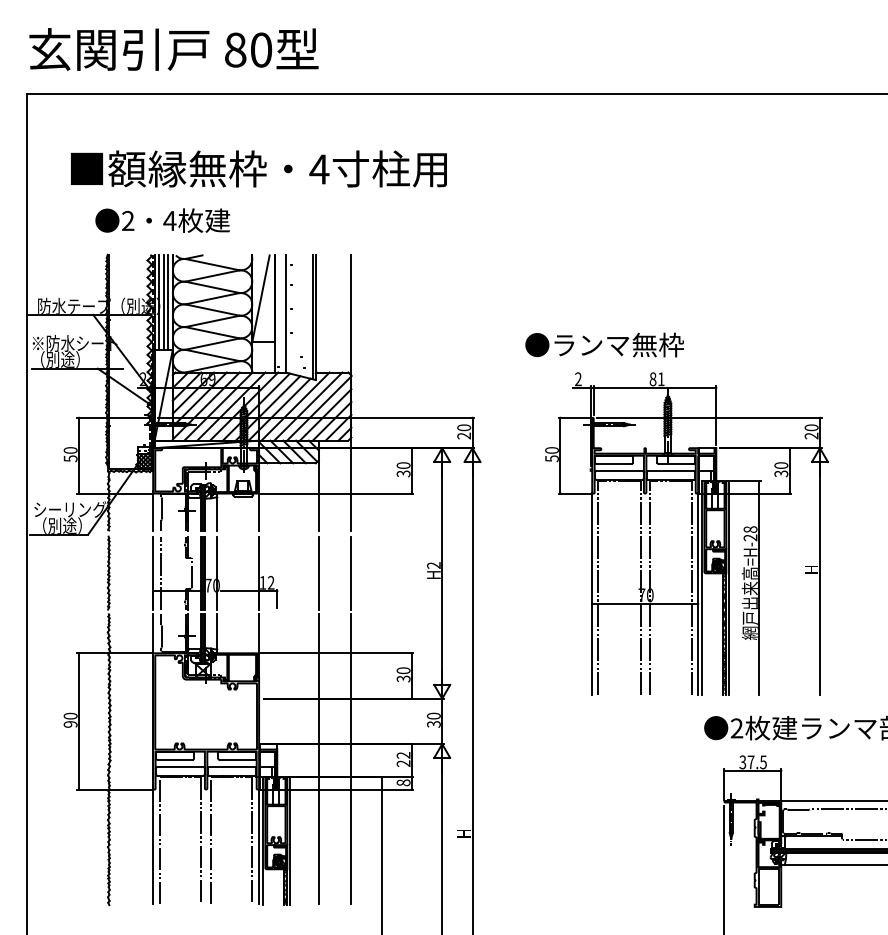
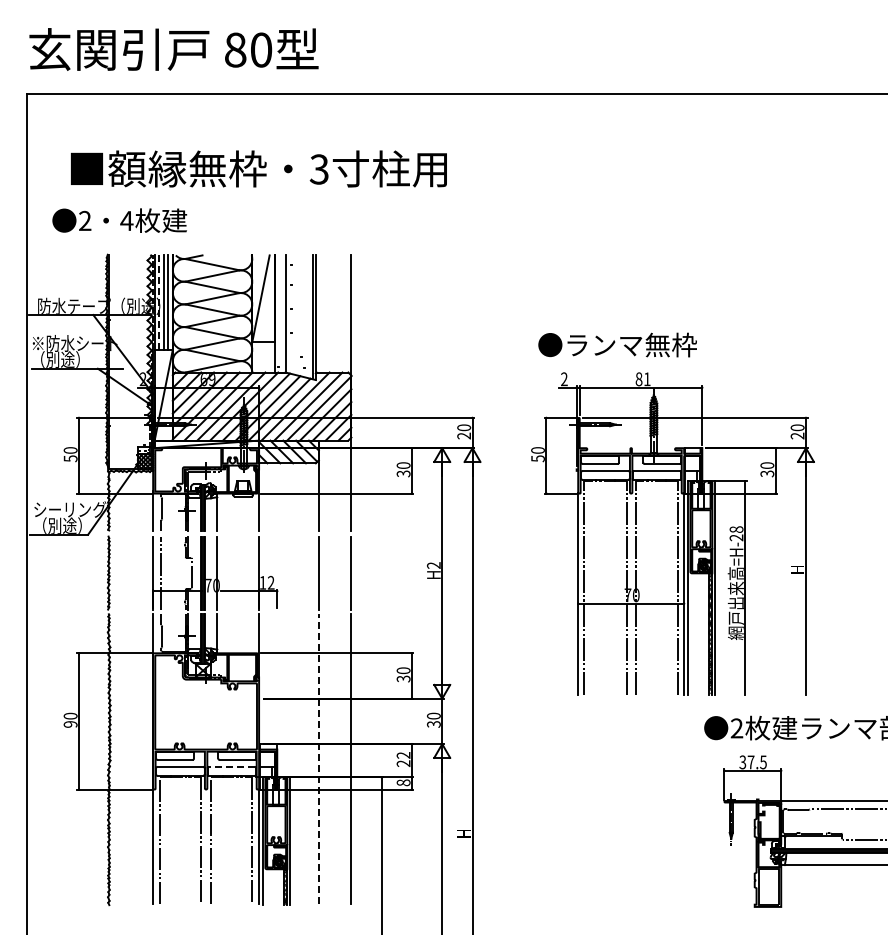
text at (319, 169): 4 -> 3
text at (162, 220) position: (162, 220) -> (119, 220)
line at (159, 303): solid -> dashed
text at (604, 344) position: (604, 344) -> (617, 344)
part at (686, 533) position: (686, 533) -> (672, 533)
line at (318, 758): solid -> dashed
line at (231, 766): solid -> dashed
line at (724, 868): present -> none
